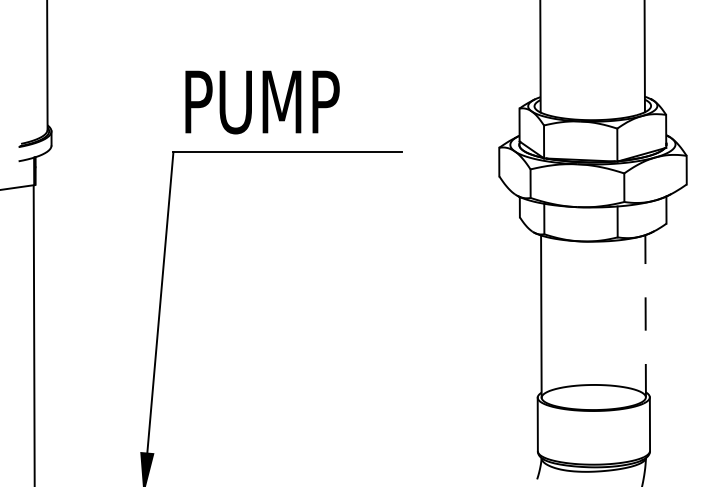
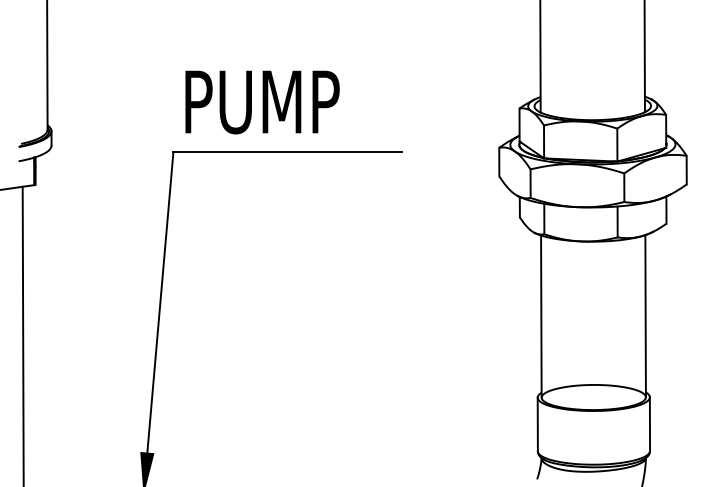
line at (645, 315): dashed -> solid
line at (33, 334) position: (33, 334) -> (22, 334)
